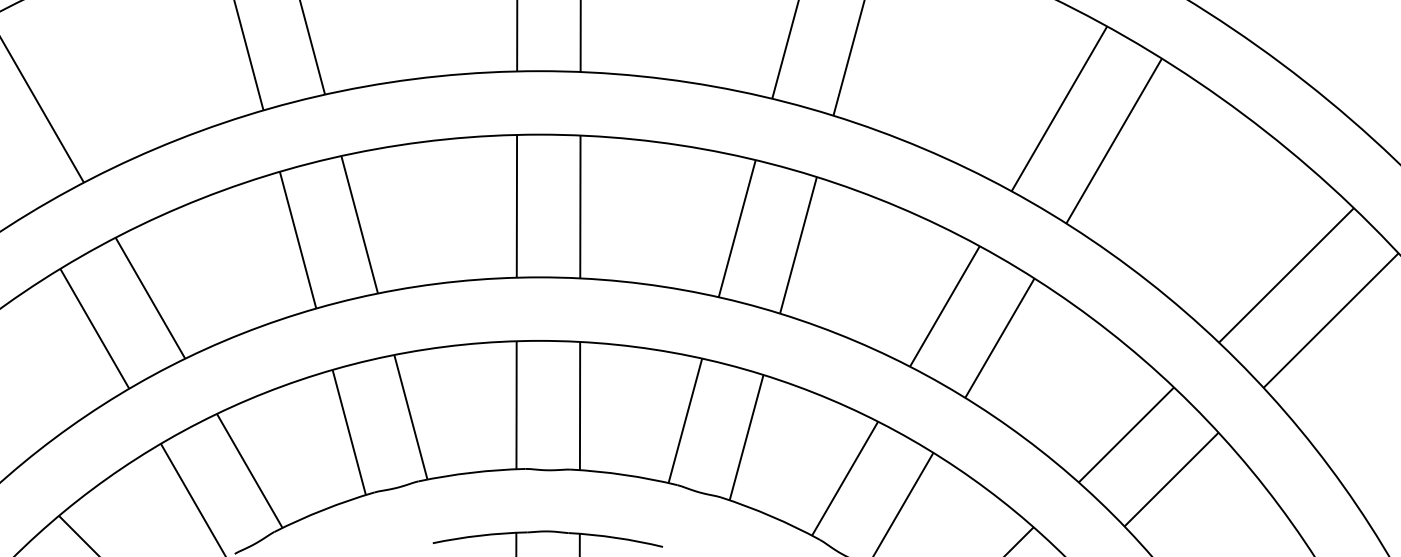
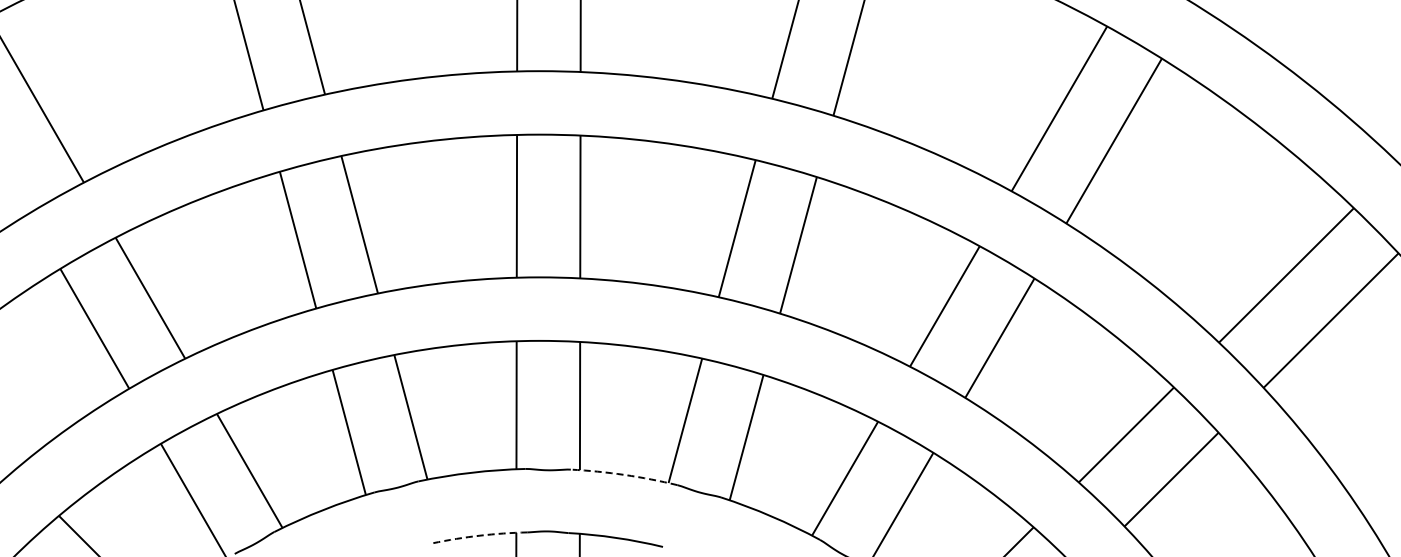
arc at (624, 474): solid -> dashed
arc at (479, 535): solid -> dashed
